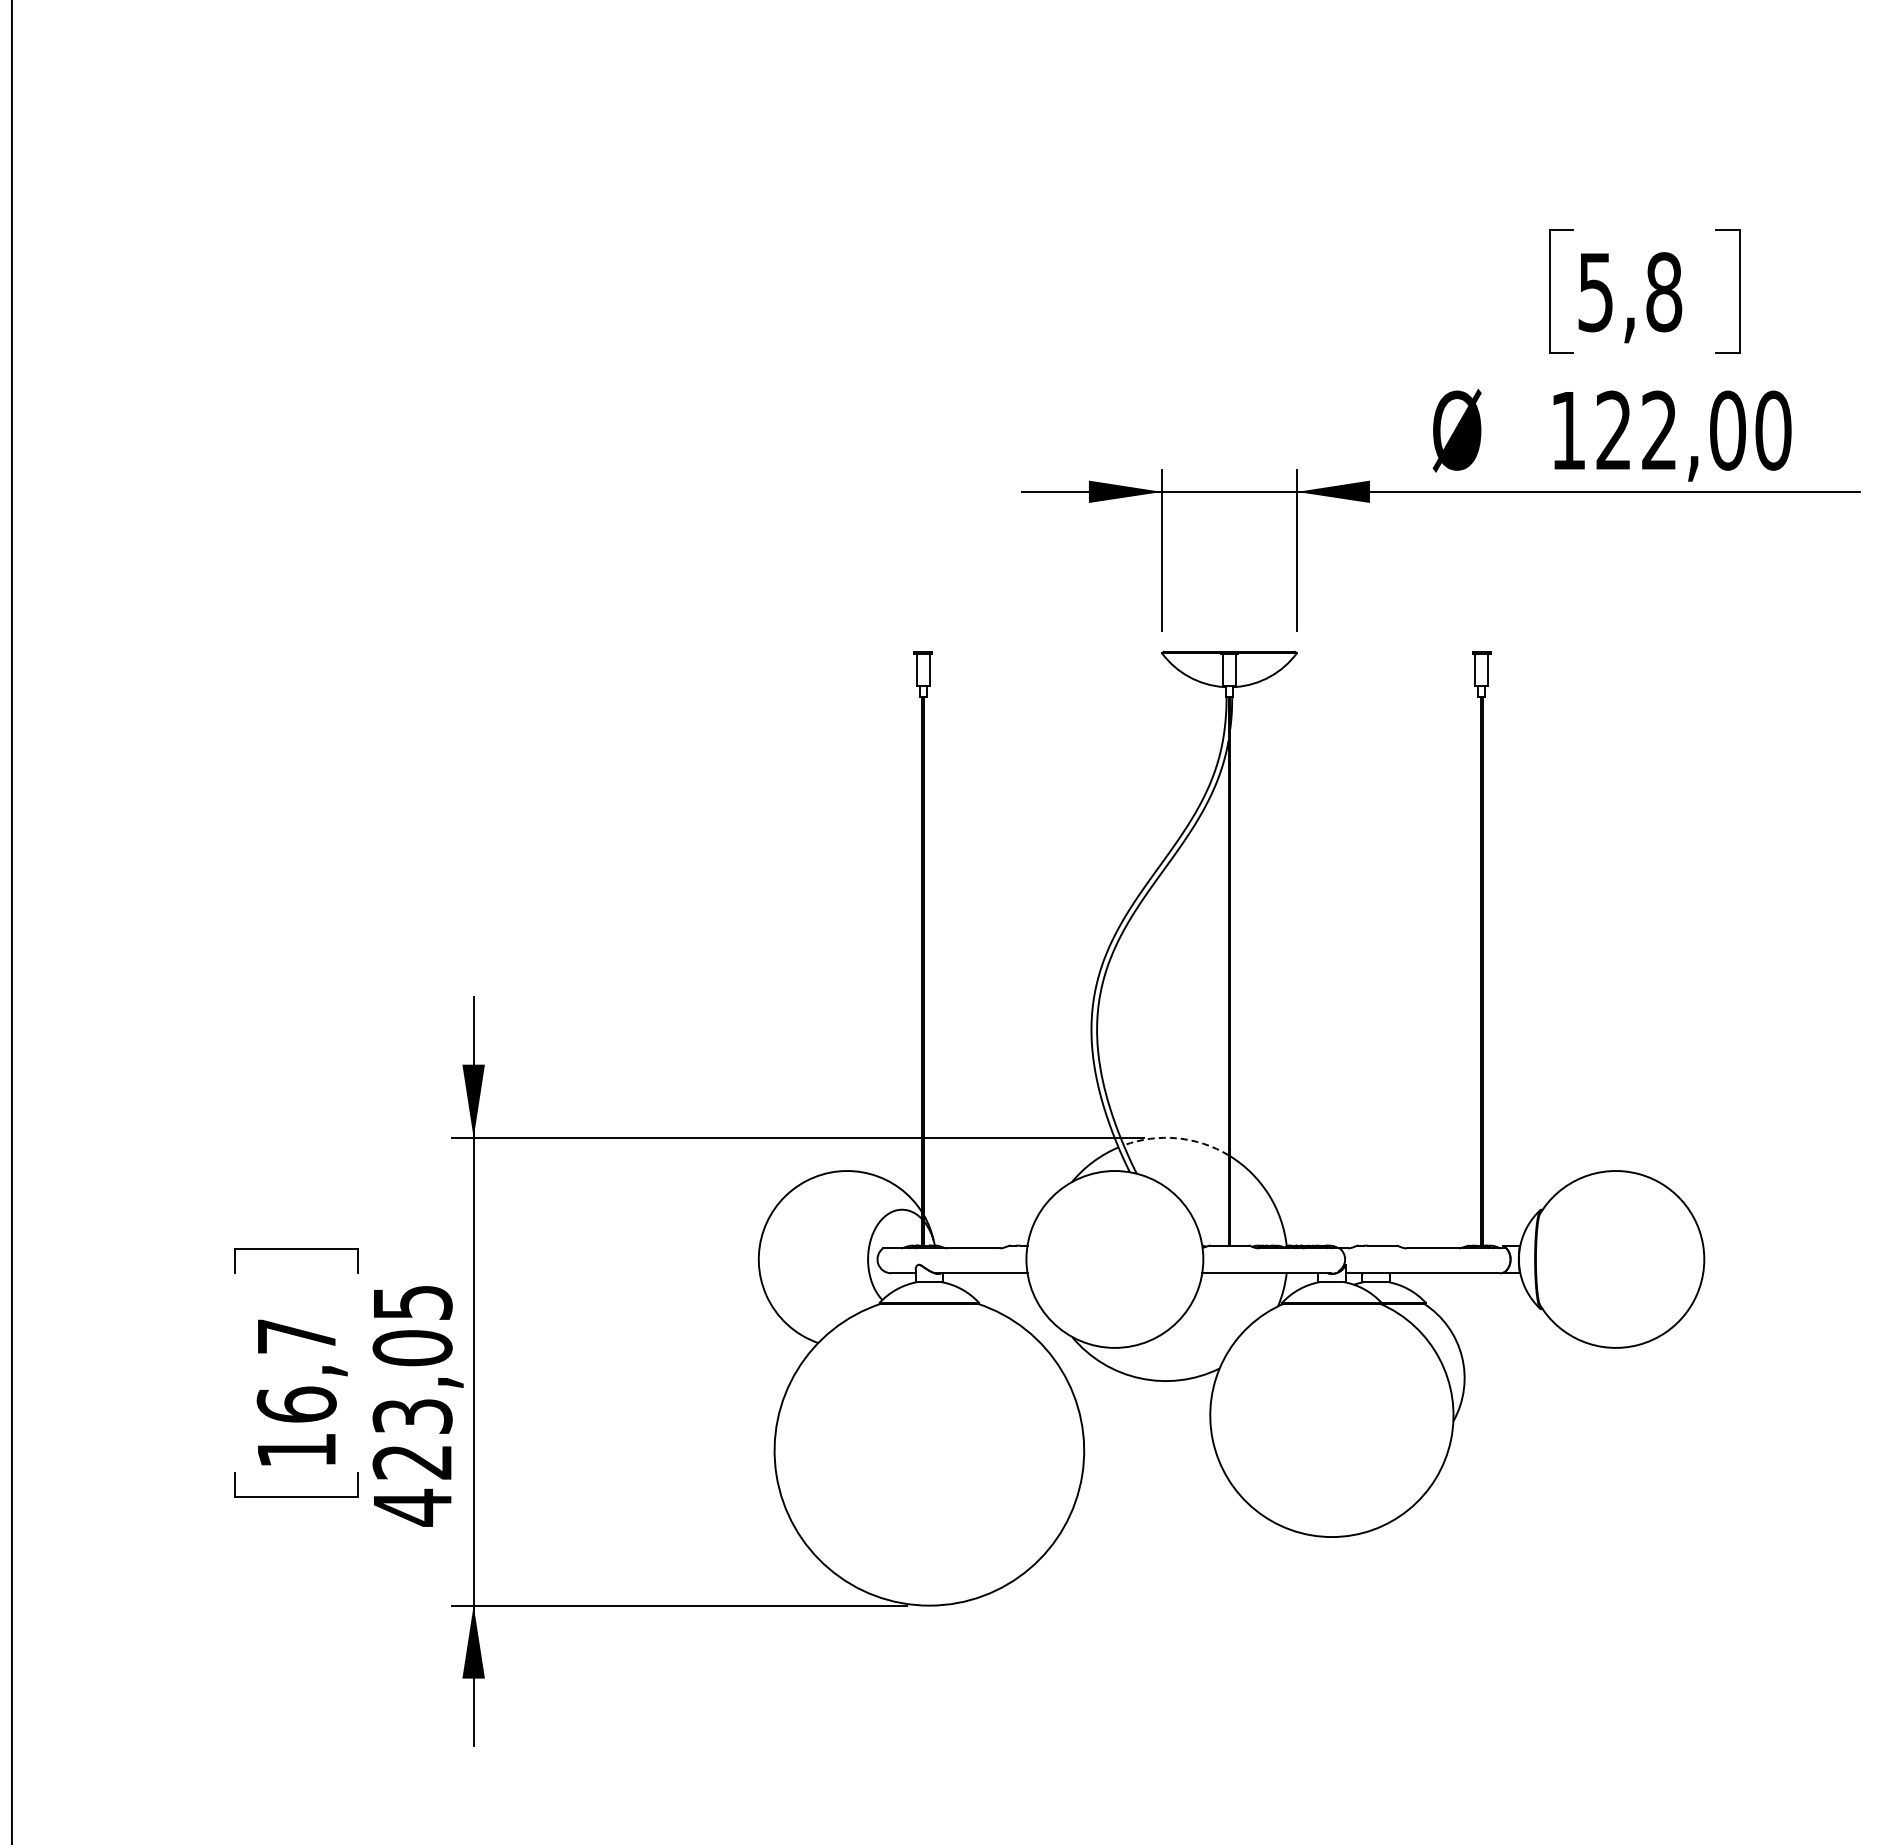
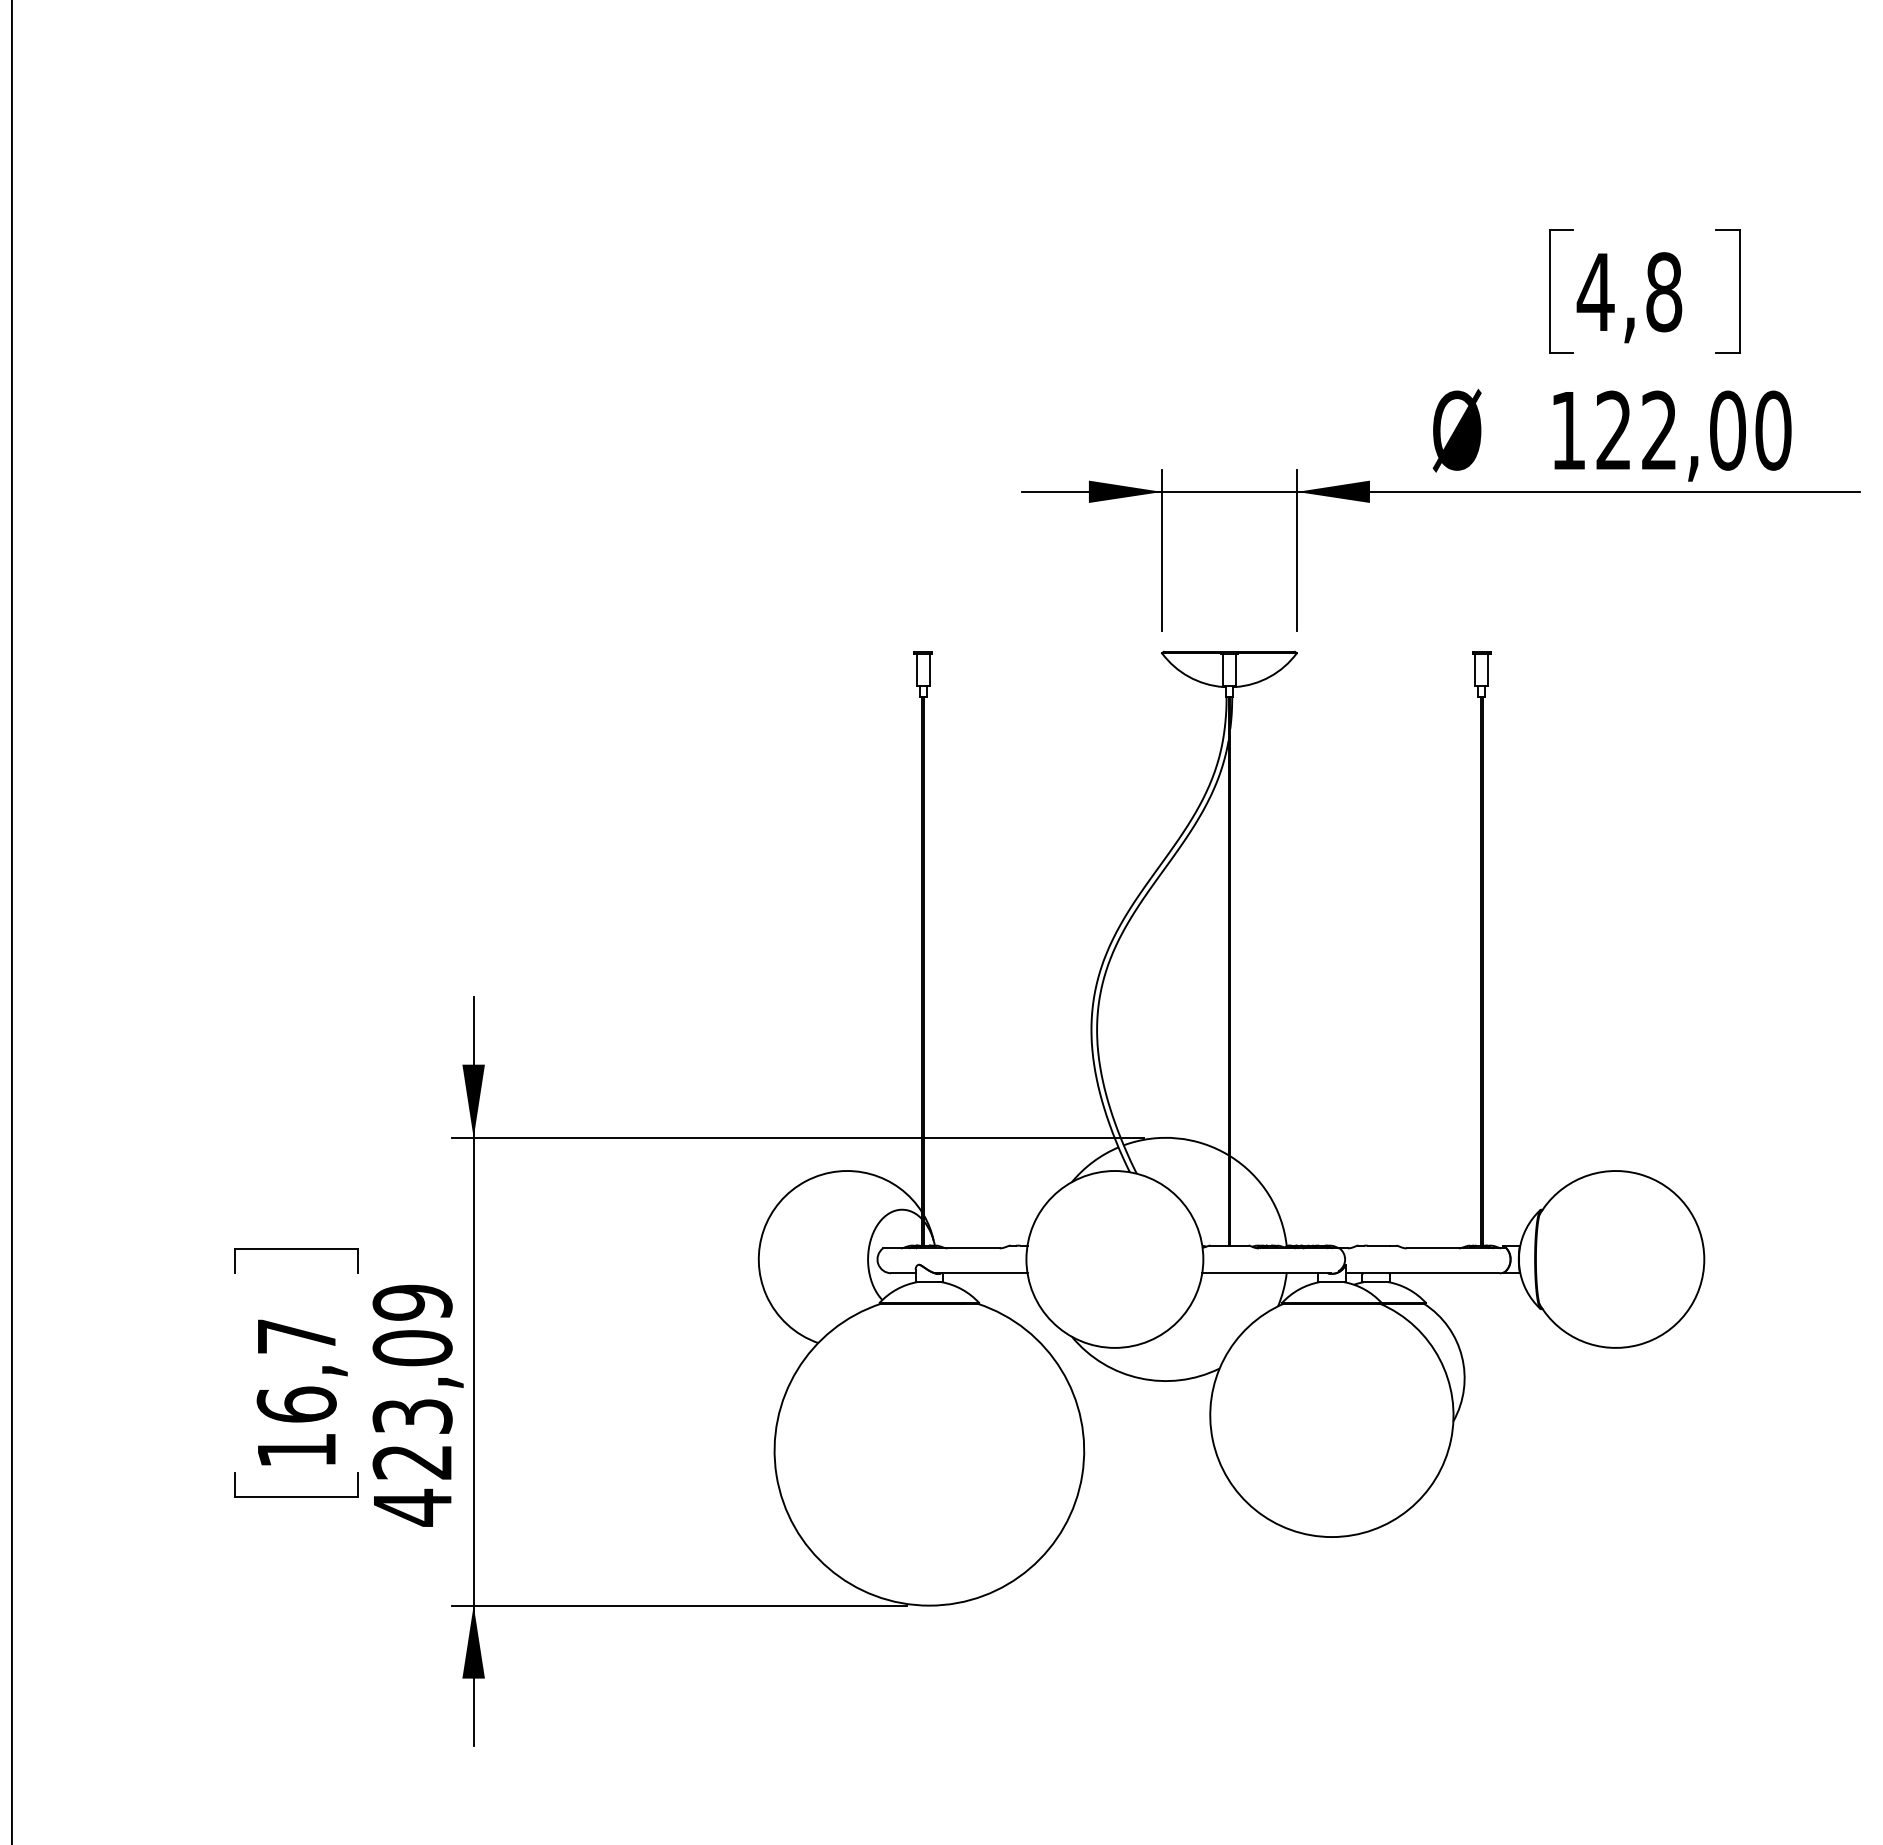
text at (1595, 292): 5,8 -> 4,8
arc at (1177, 1138): dashed -> solid
text at (412, 1302): 423,05 -> 423,09
